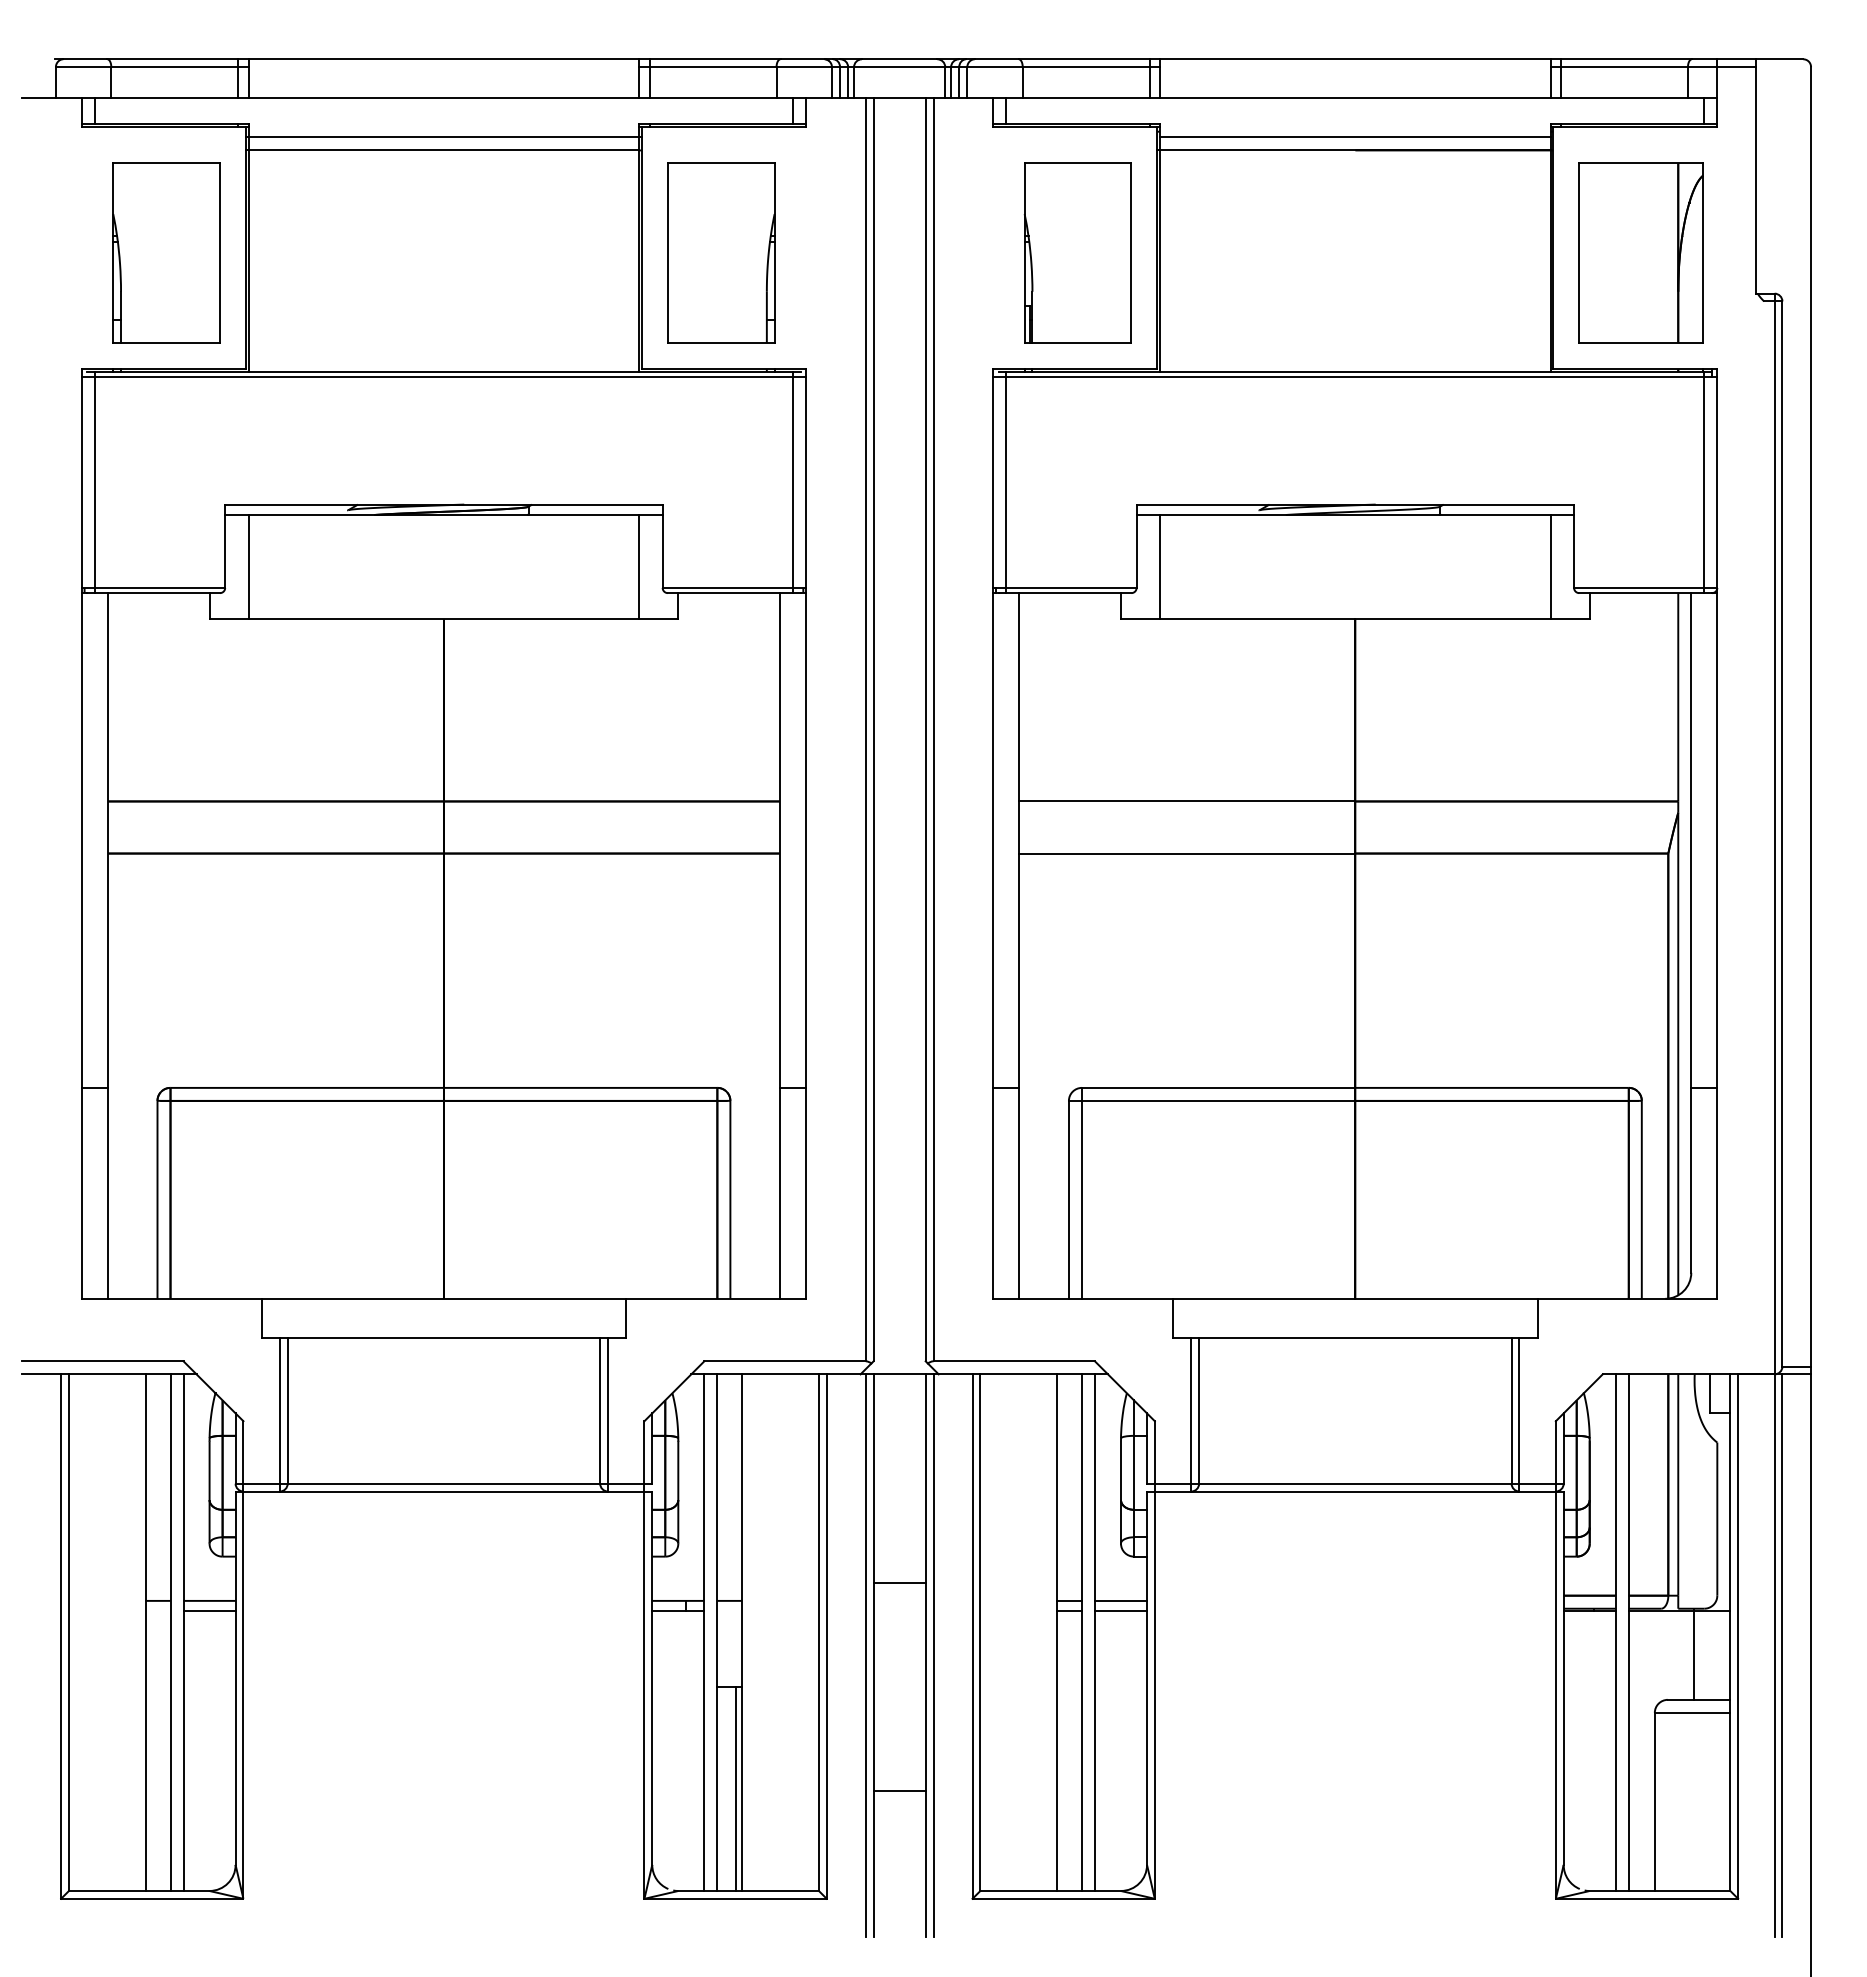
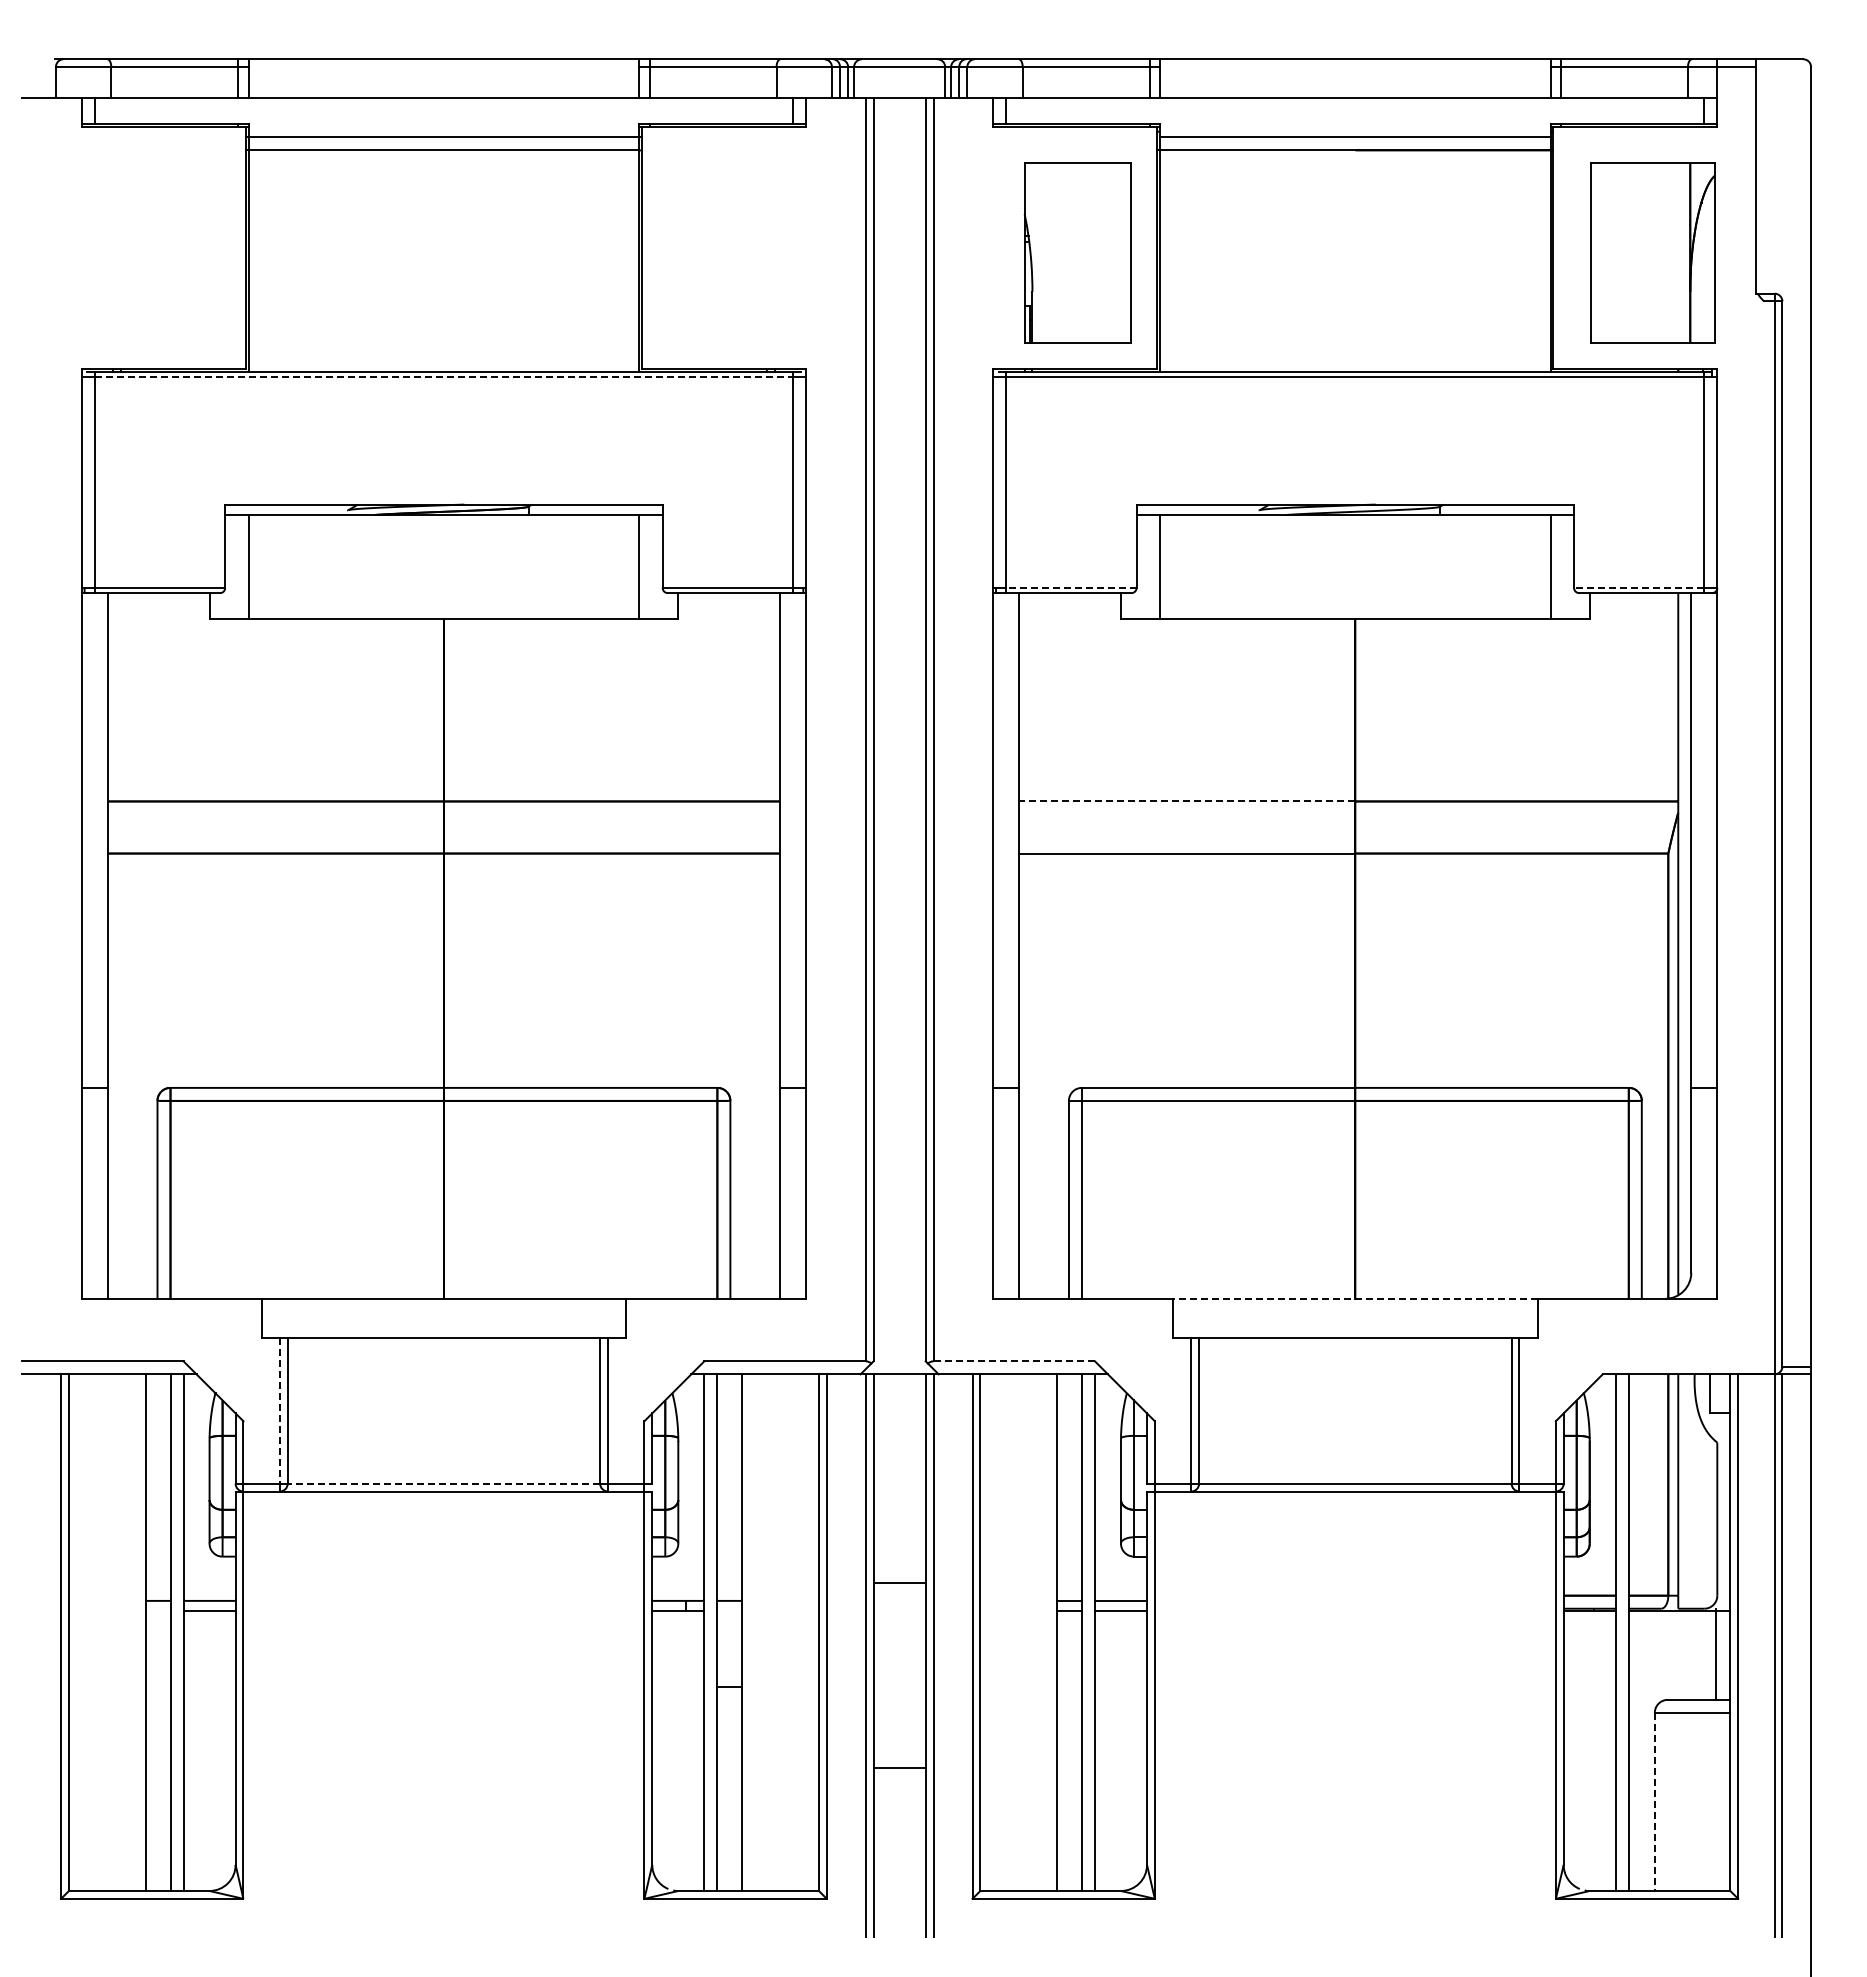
part at (166, 252): present -> none
part at (721, 252): present -> none
part at (1640, 252) position: (1640, 252) -> (1652, 252)
line at (443, 377): solid -> dashed
line at (1071, 587): solid -> dashed
line at (1638, 587): solid -> dashed
line at (1187, 801): solid -> dashed
line at (1354, 1298): solid -> dashed
line at (1014, 1361): solid -> dashed
line at (279, 1410): solid -> dashed
line at (443, 1483): solid -> dashed
line at (1693, 1653) position: (1693, 1653) -> (1715, 1653)
line at (735, 1788): present -> none
line at (899, 1790) position: (899, 1790) -> (899, 1767)
line at (1654, 1802): solid -> dashed
